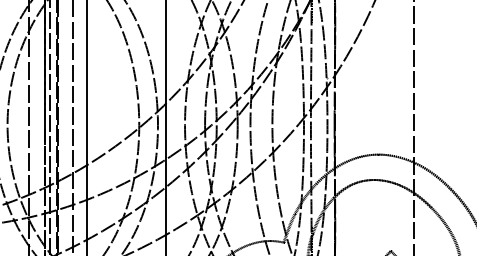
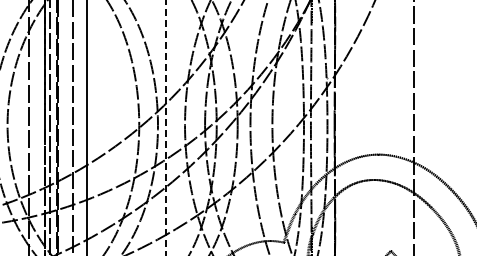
line at (165, 127): solid -> dashed
